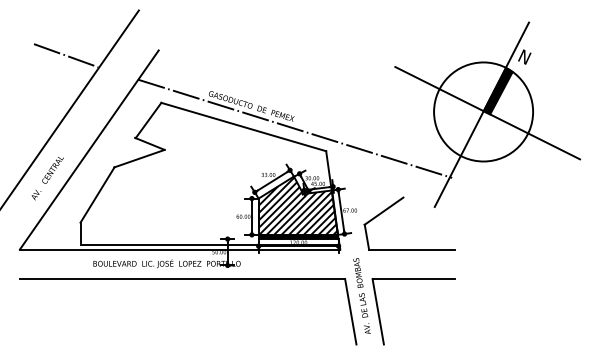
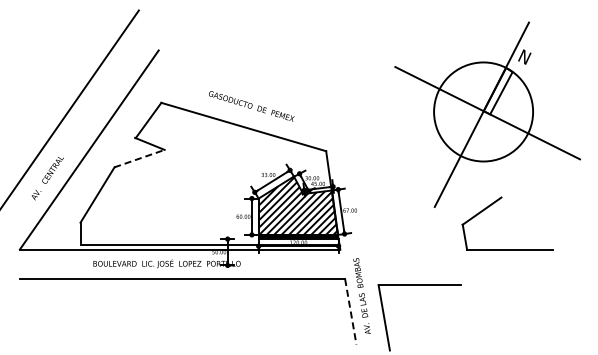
line at (66, 55): present -> none
fill at (497, 90): present -> none
line at (295, 128): present -> none
line at (139, 158): solid -> dashed
part at (395, 204) position: (395, 204) -> (493, 204)
part at (413, 279) position: (413, 279) -> (419, 285)
line at (350, 312): solid -> dashed
